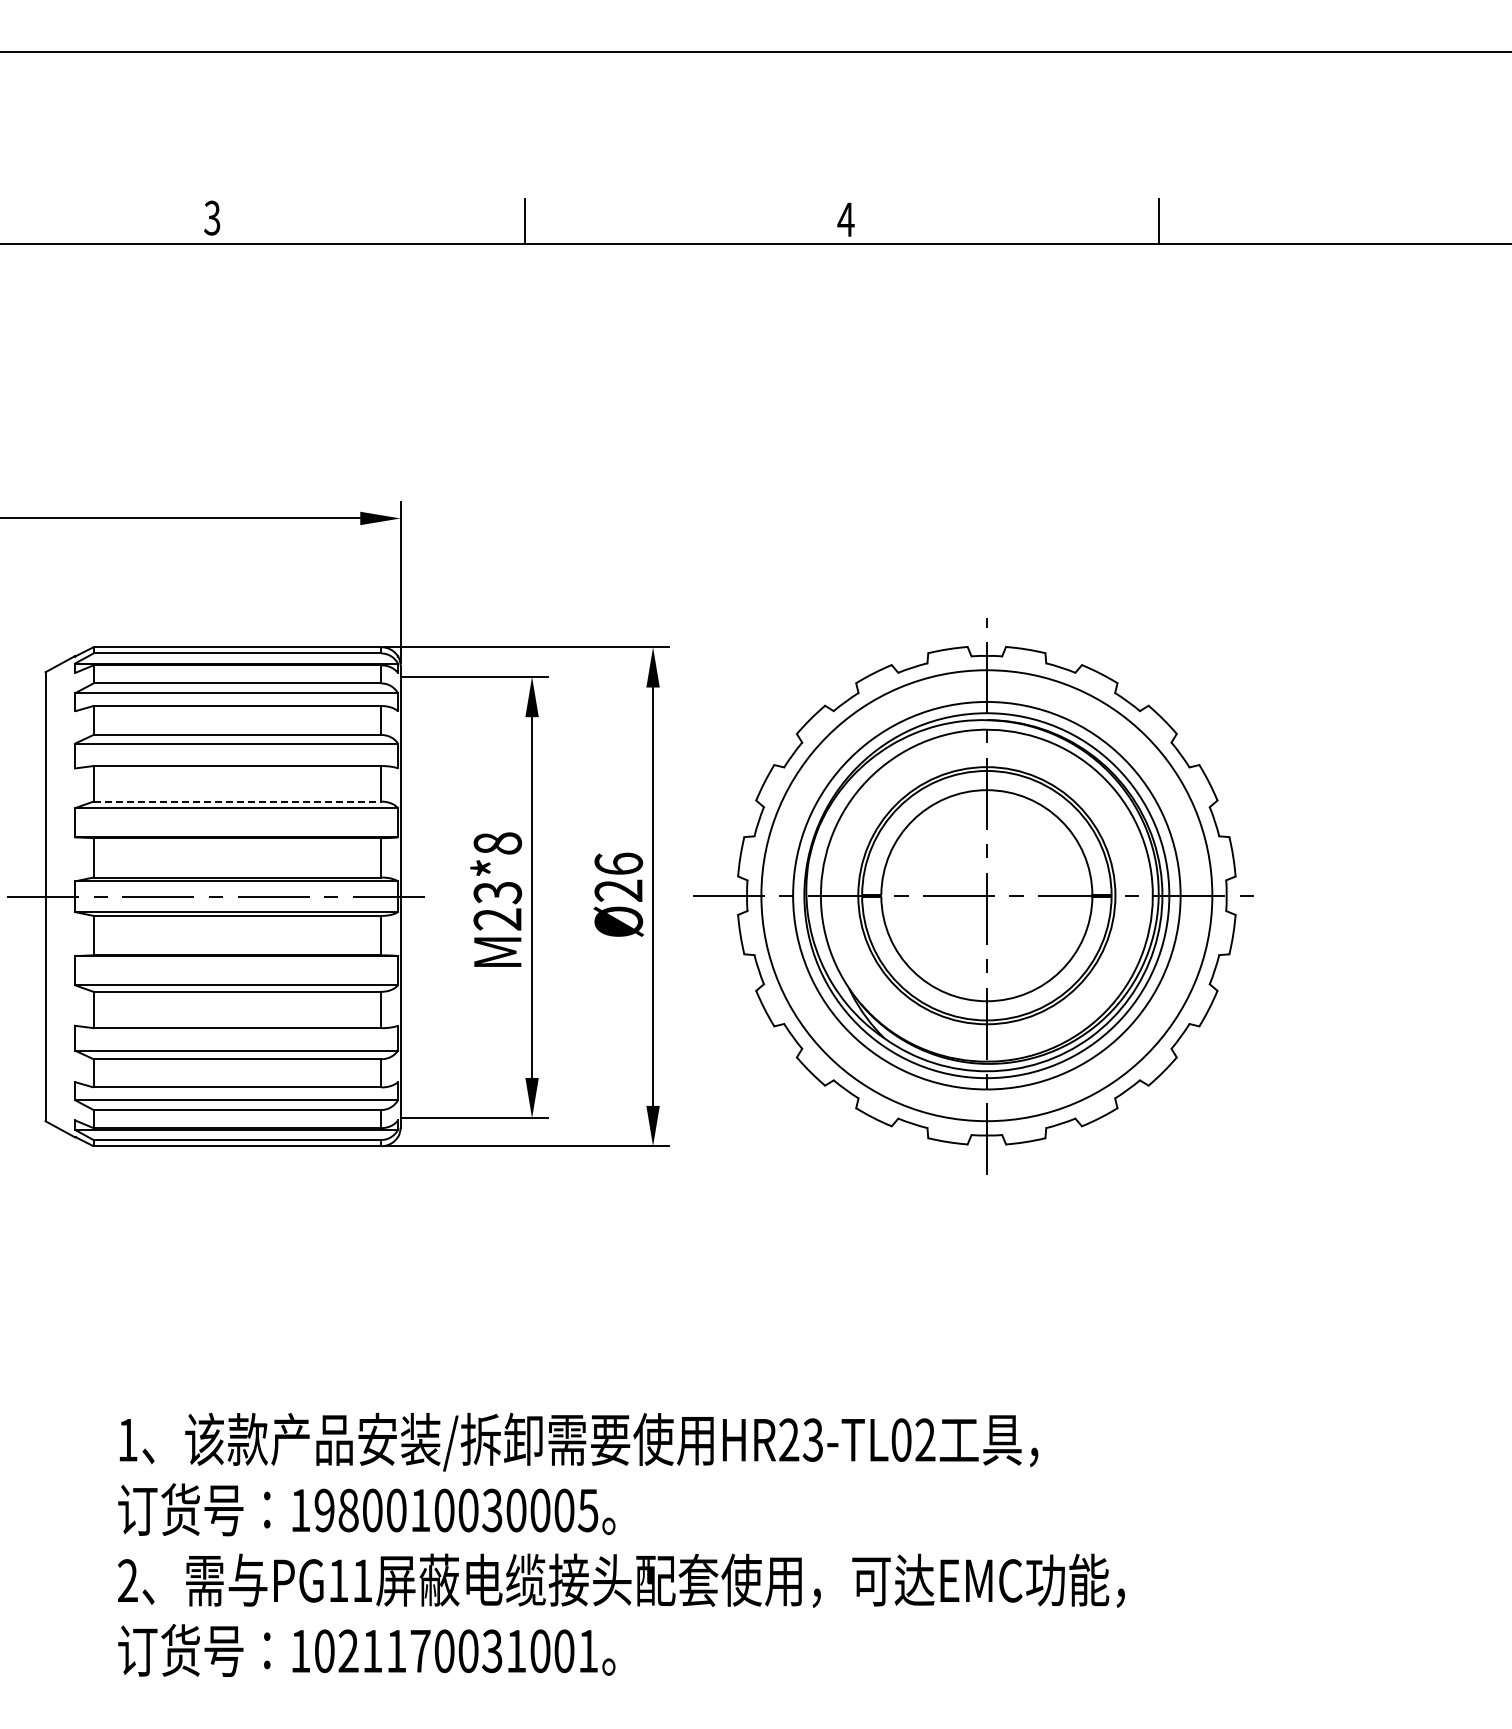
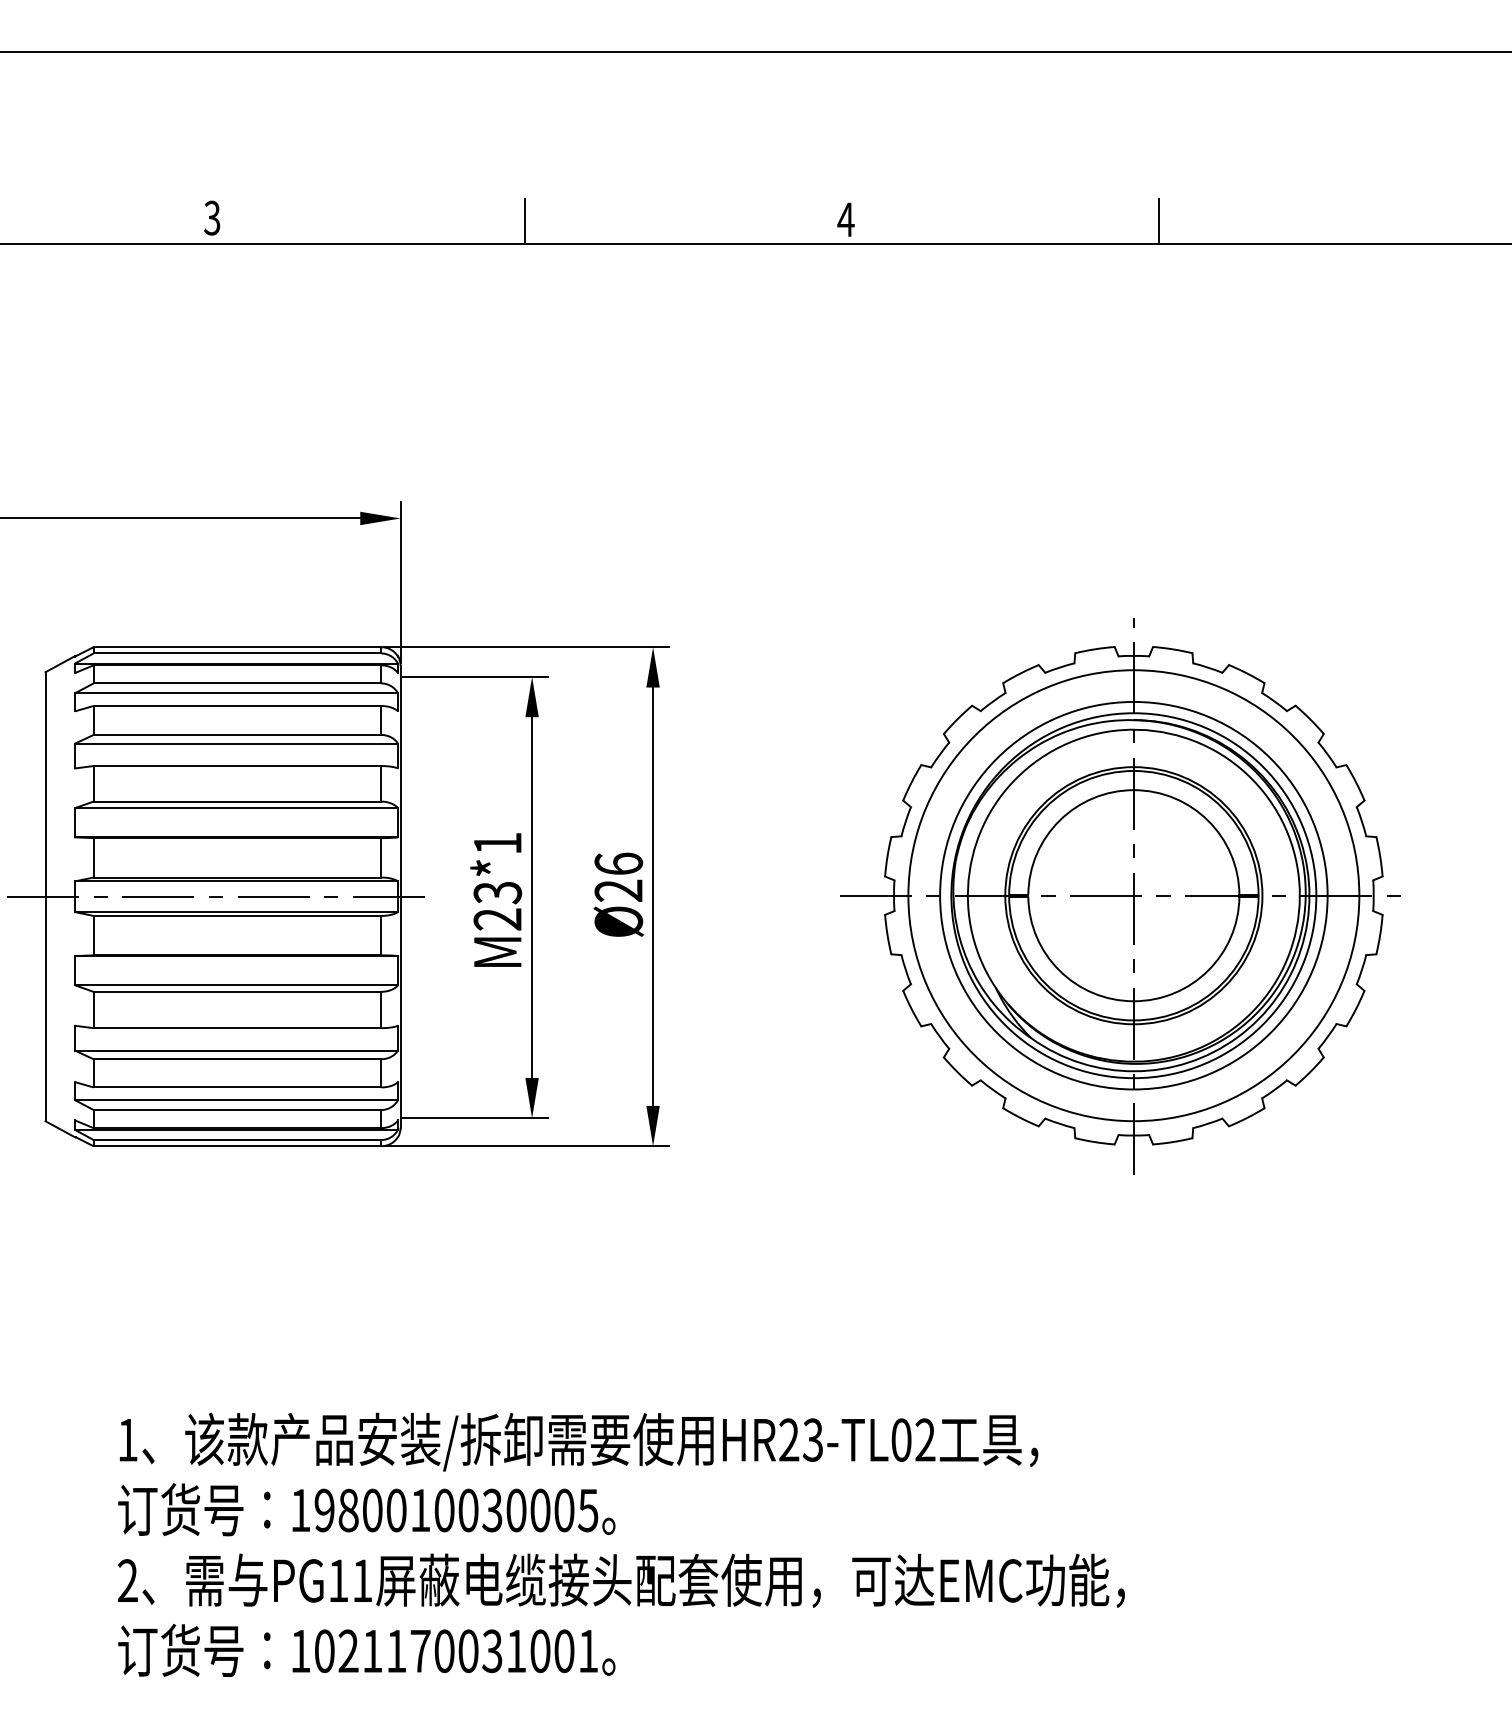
line at (237, 801): dashed -> solid
text at (497, 843): M23*8 -> M23*1
part at (973, 896) position: (973, 896) -> (1120, 896)
